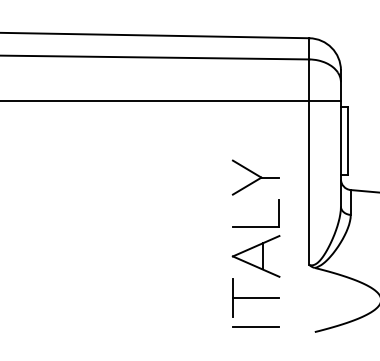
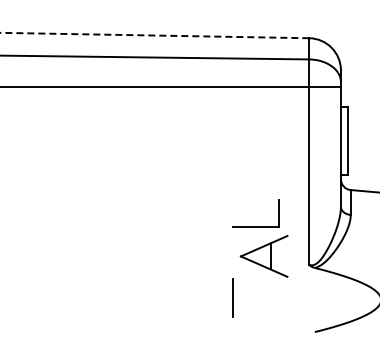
line at (154, 35): solid -> dashed
line at (171, 100) position: (171, 100) -> (171, 86)
part at (255, 177): present -> none
part at (255, 256) position: (255, 256) -> (263, 256)
line at (255, 298): present -> none
line at (255, 326): present -> none
